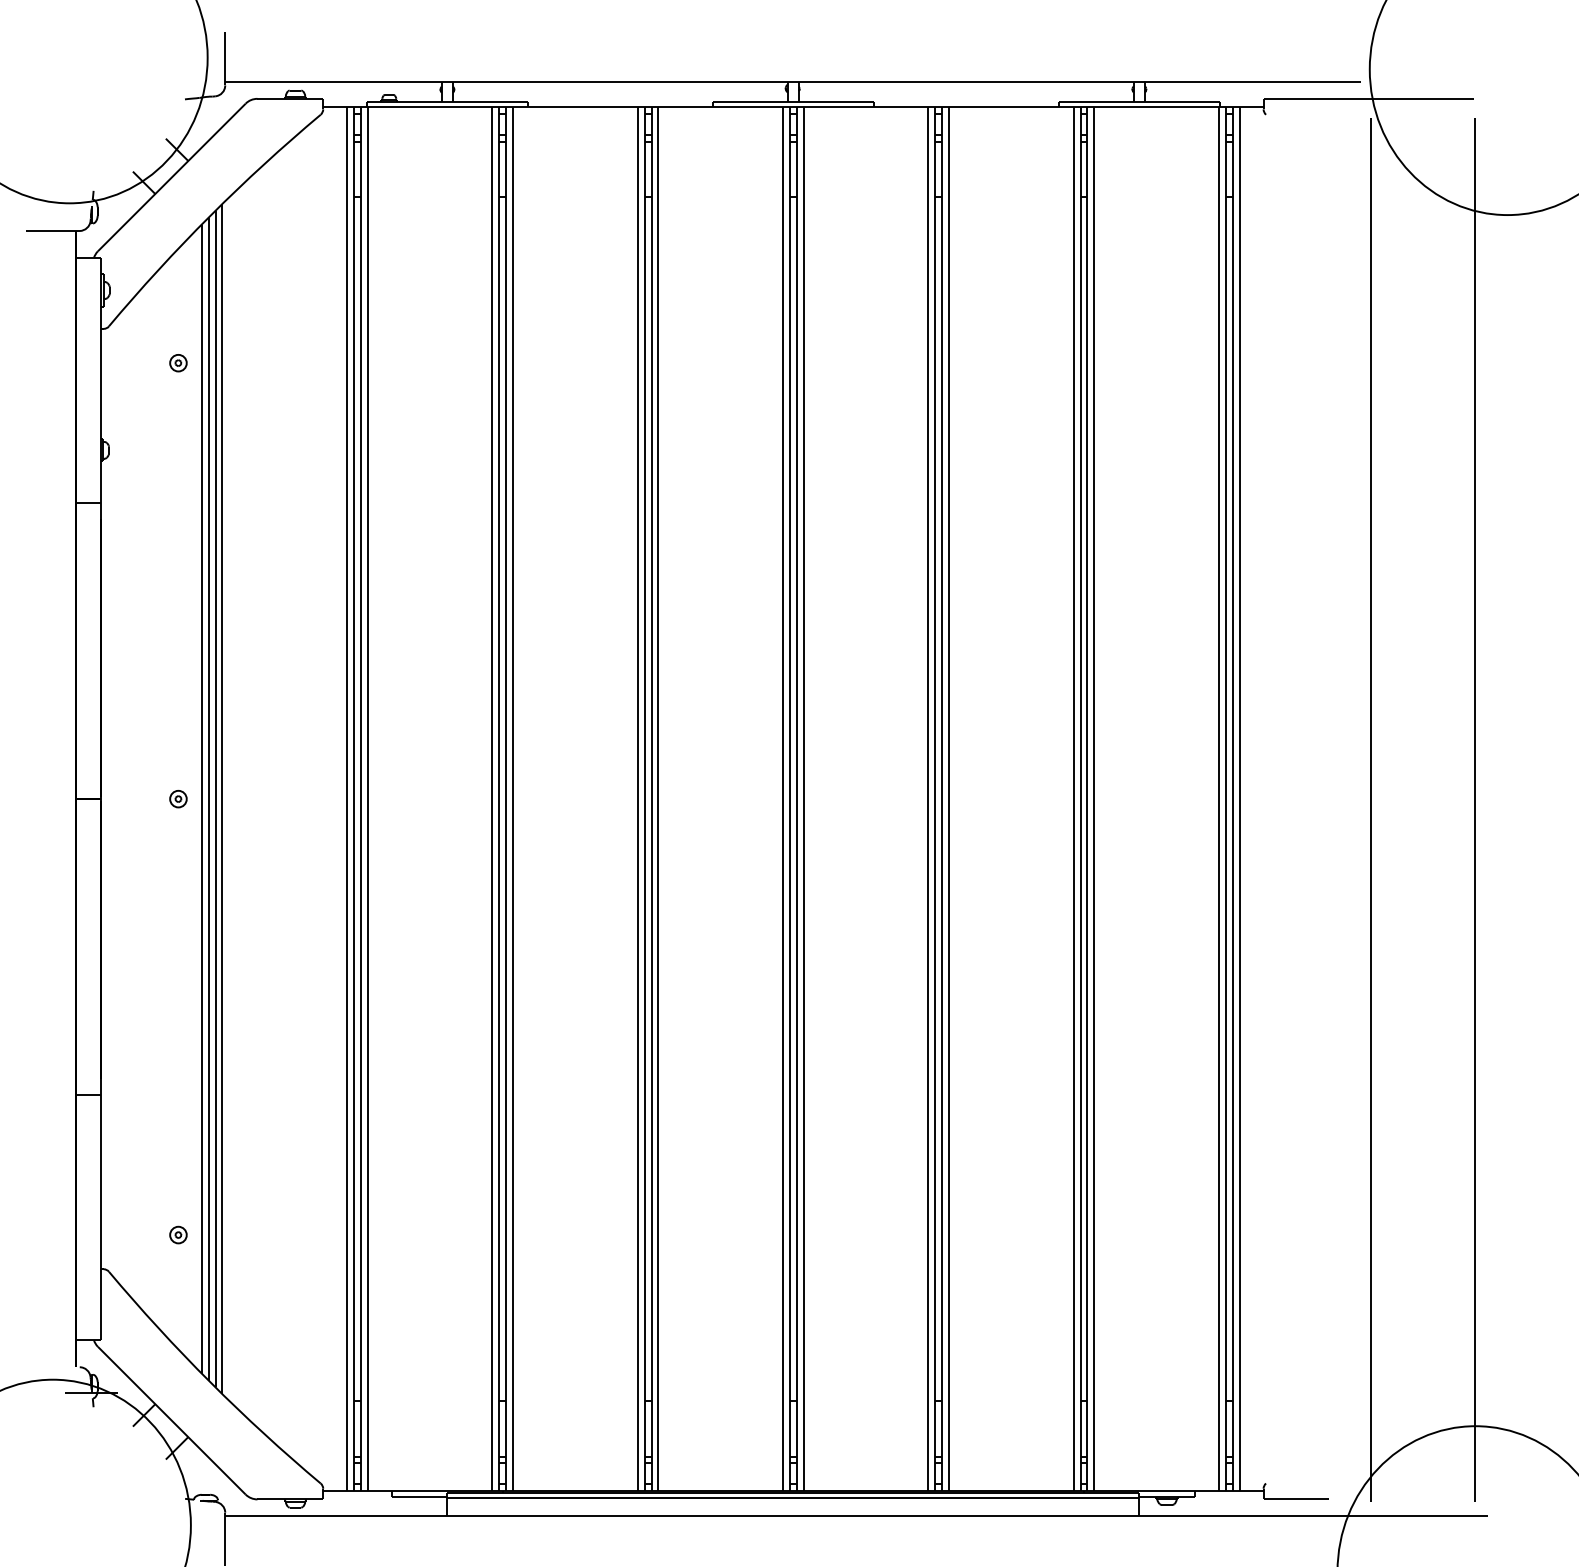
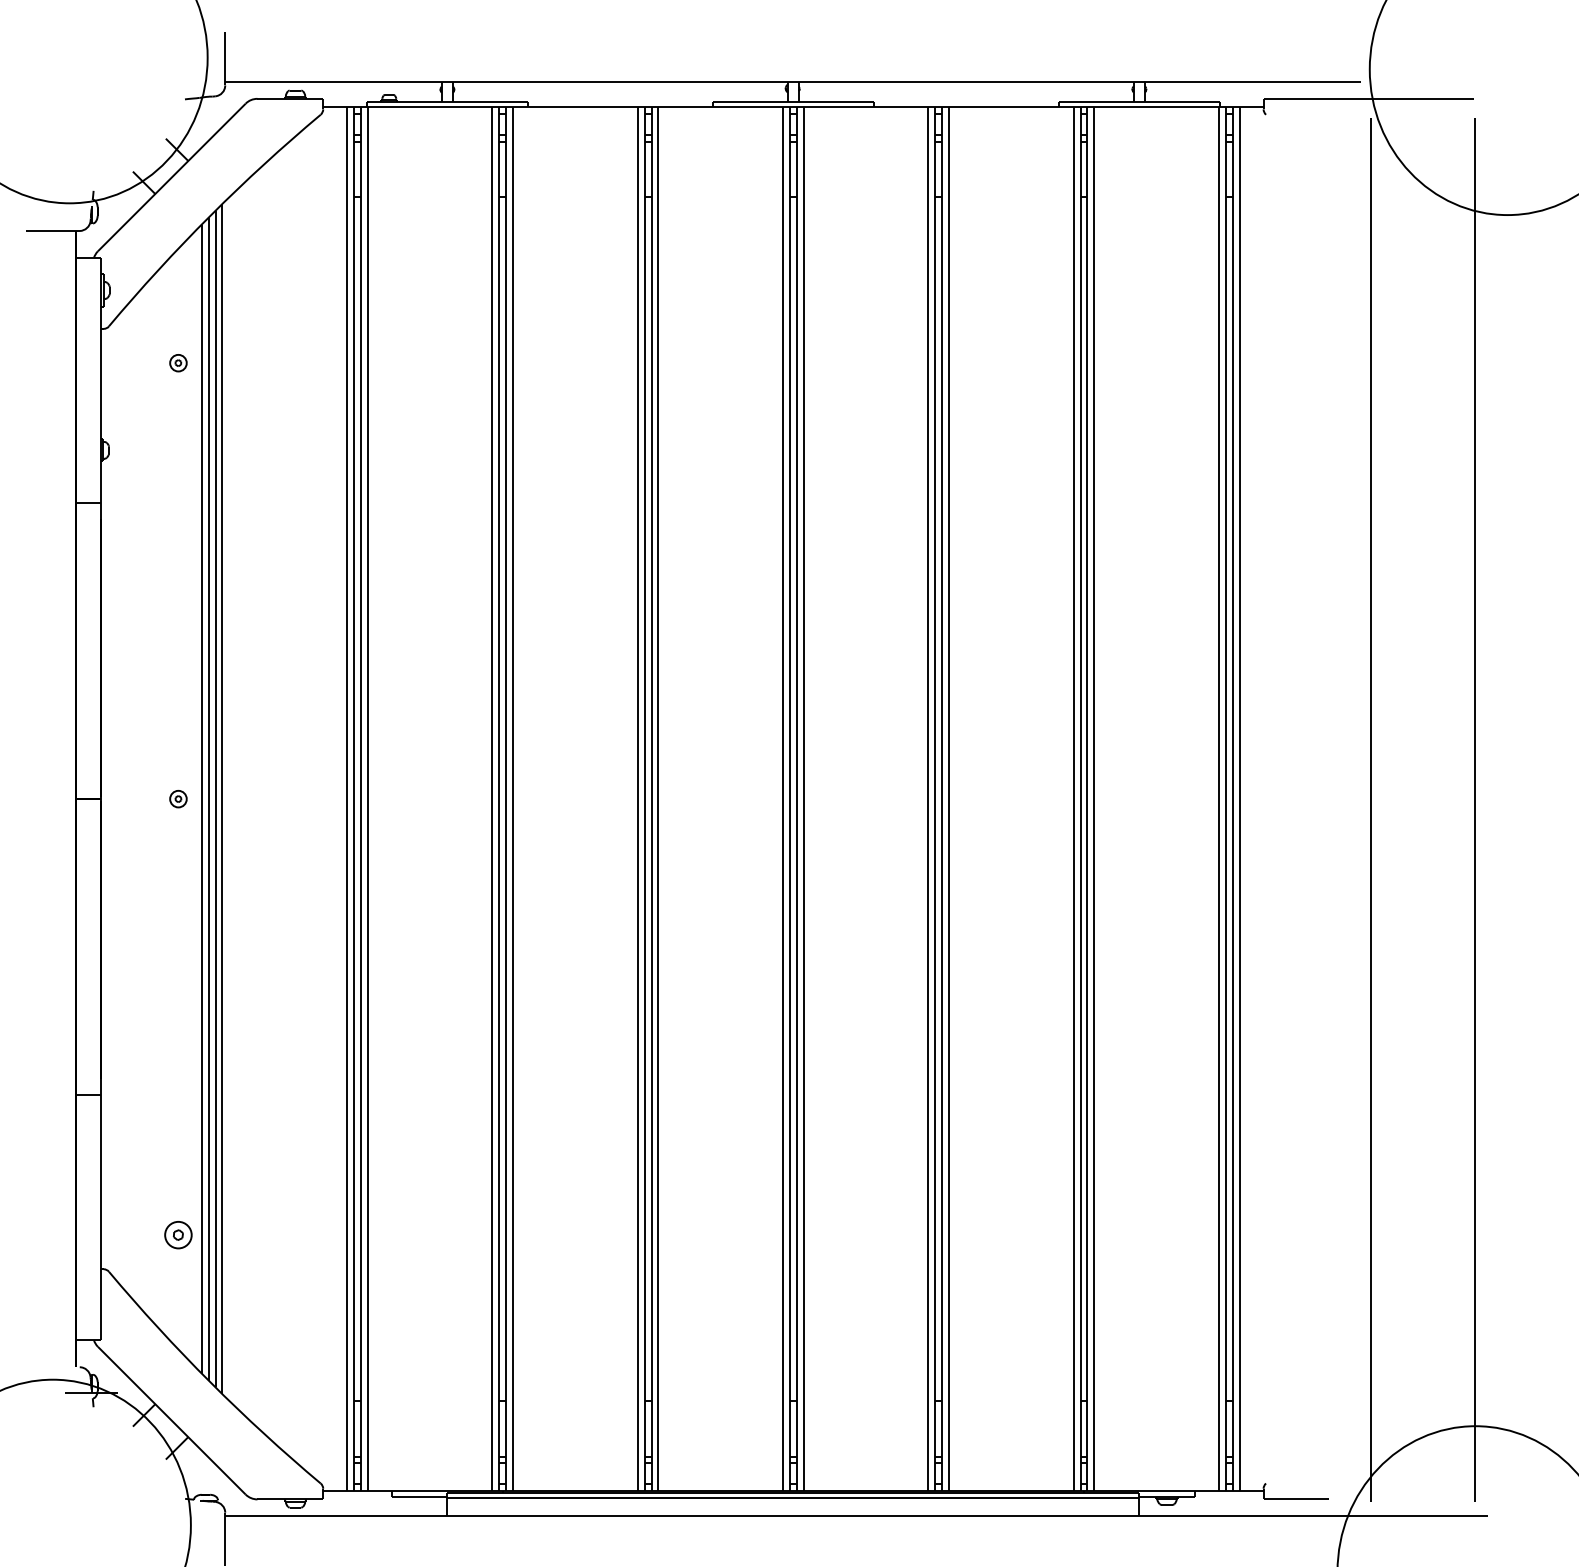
part at (178, 1234) size: 19x20 px -> 29x29 px
